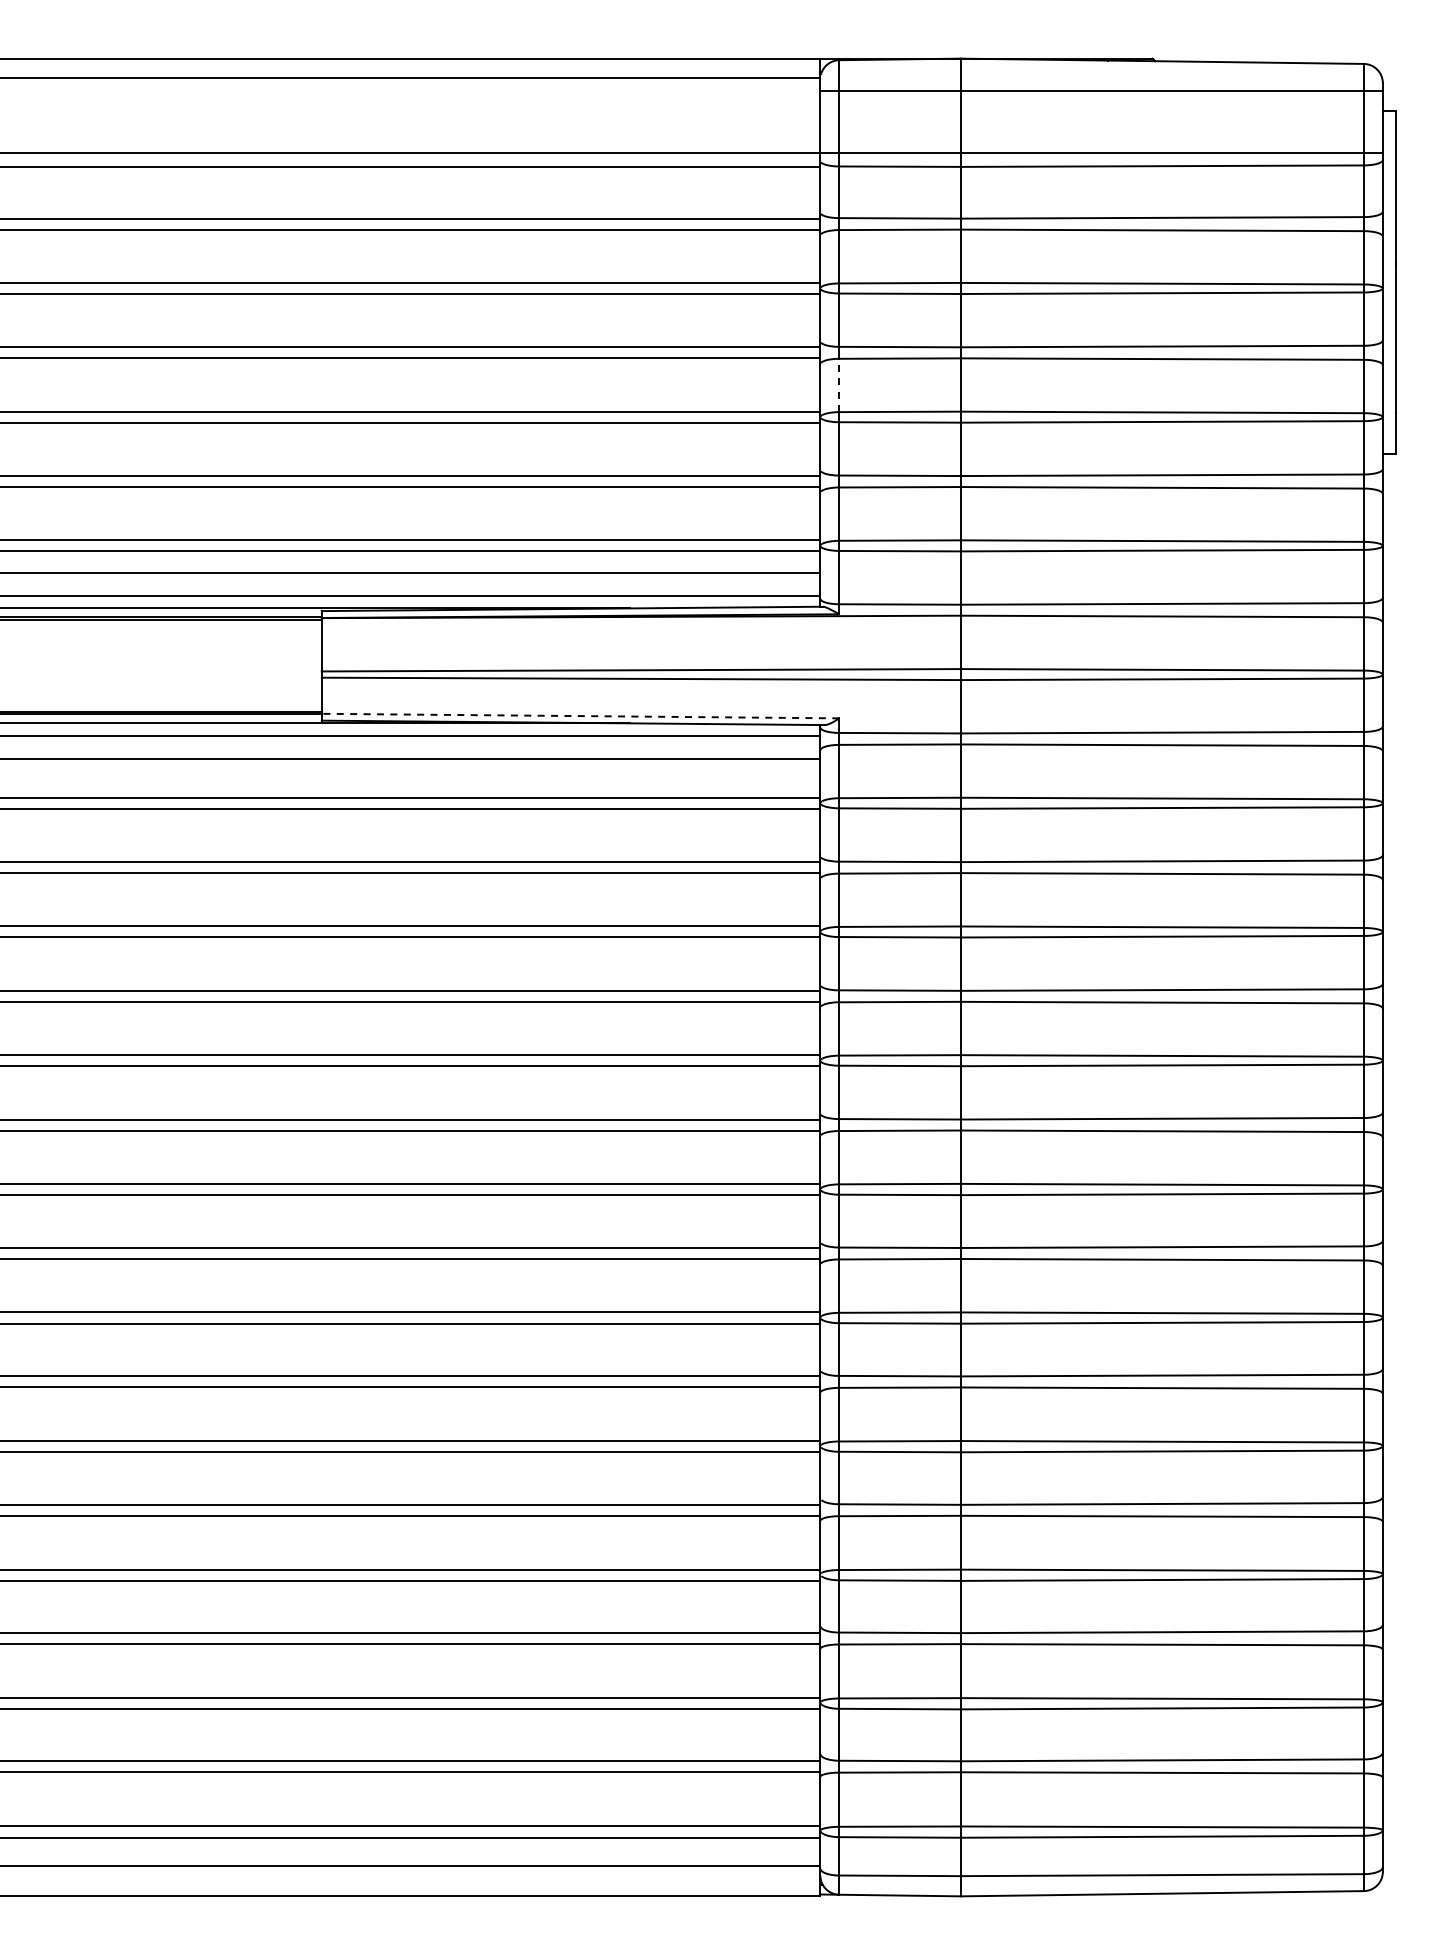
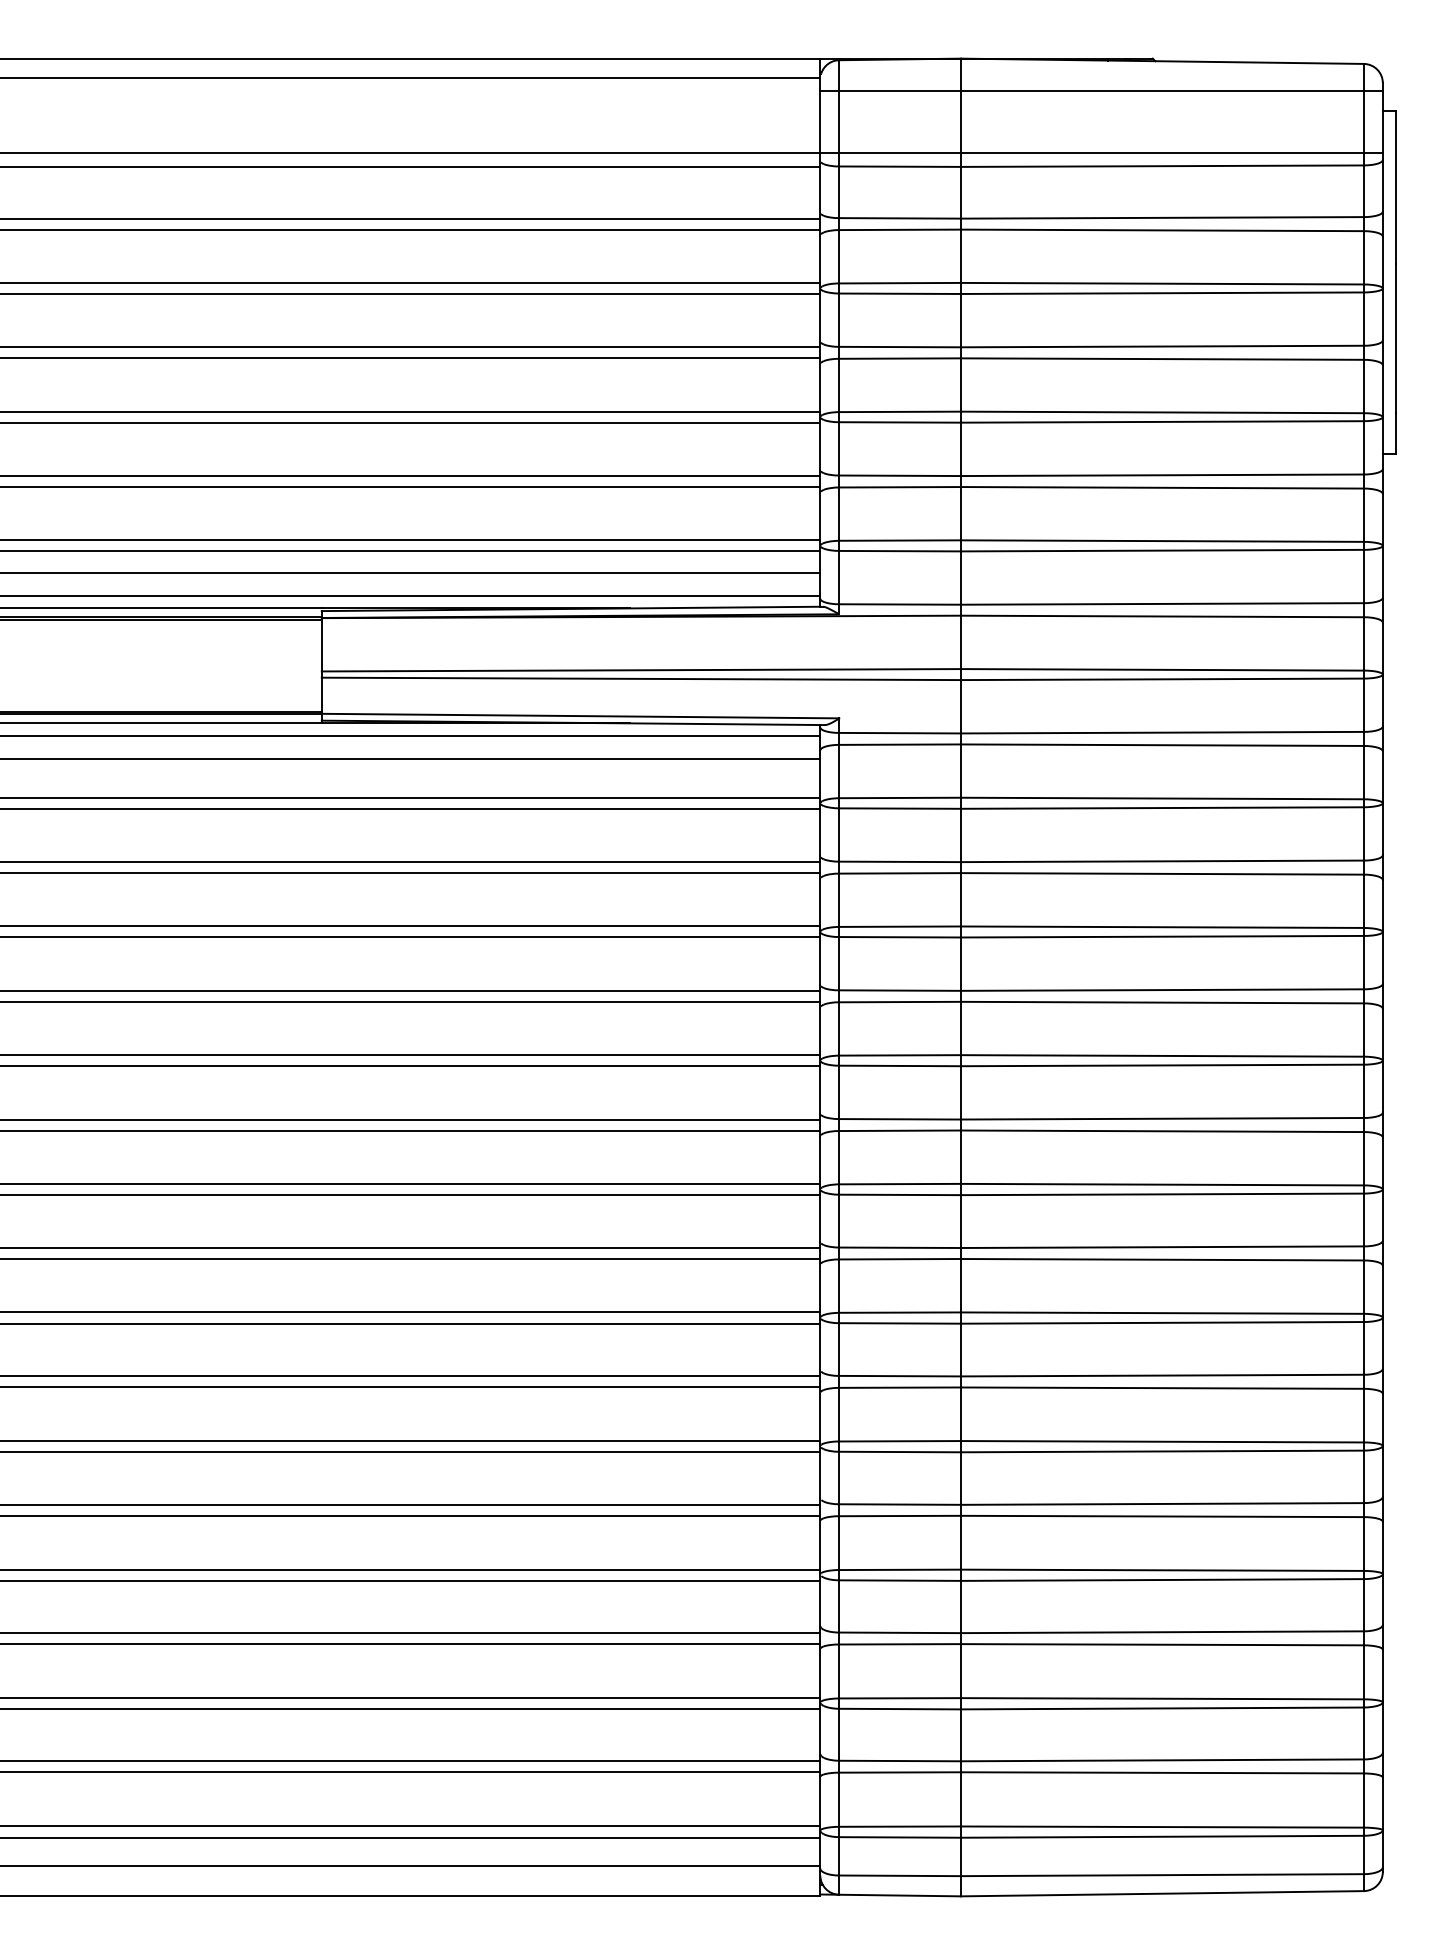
line at (839, 385): dashed -> solid
line at (580, 716): dashed -> solid
